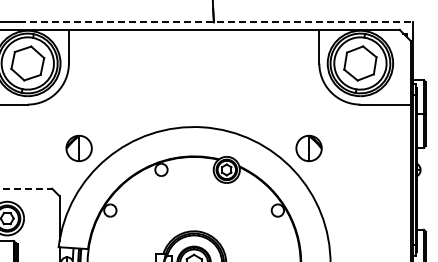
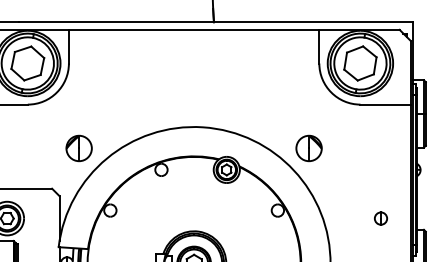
line at (216, 22): dashed -> solid
line at (26, 188): dashed -> solid
part at (380, 218): none -> present
